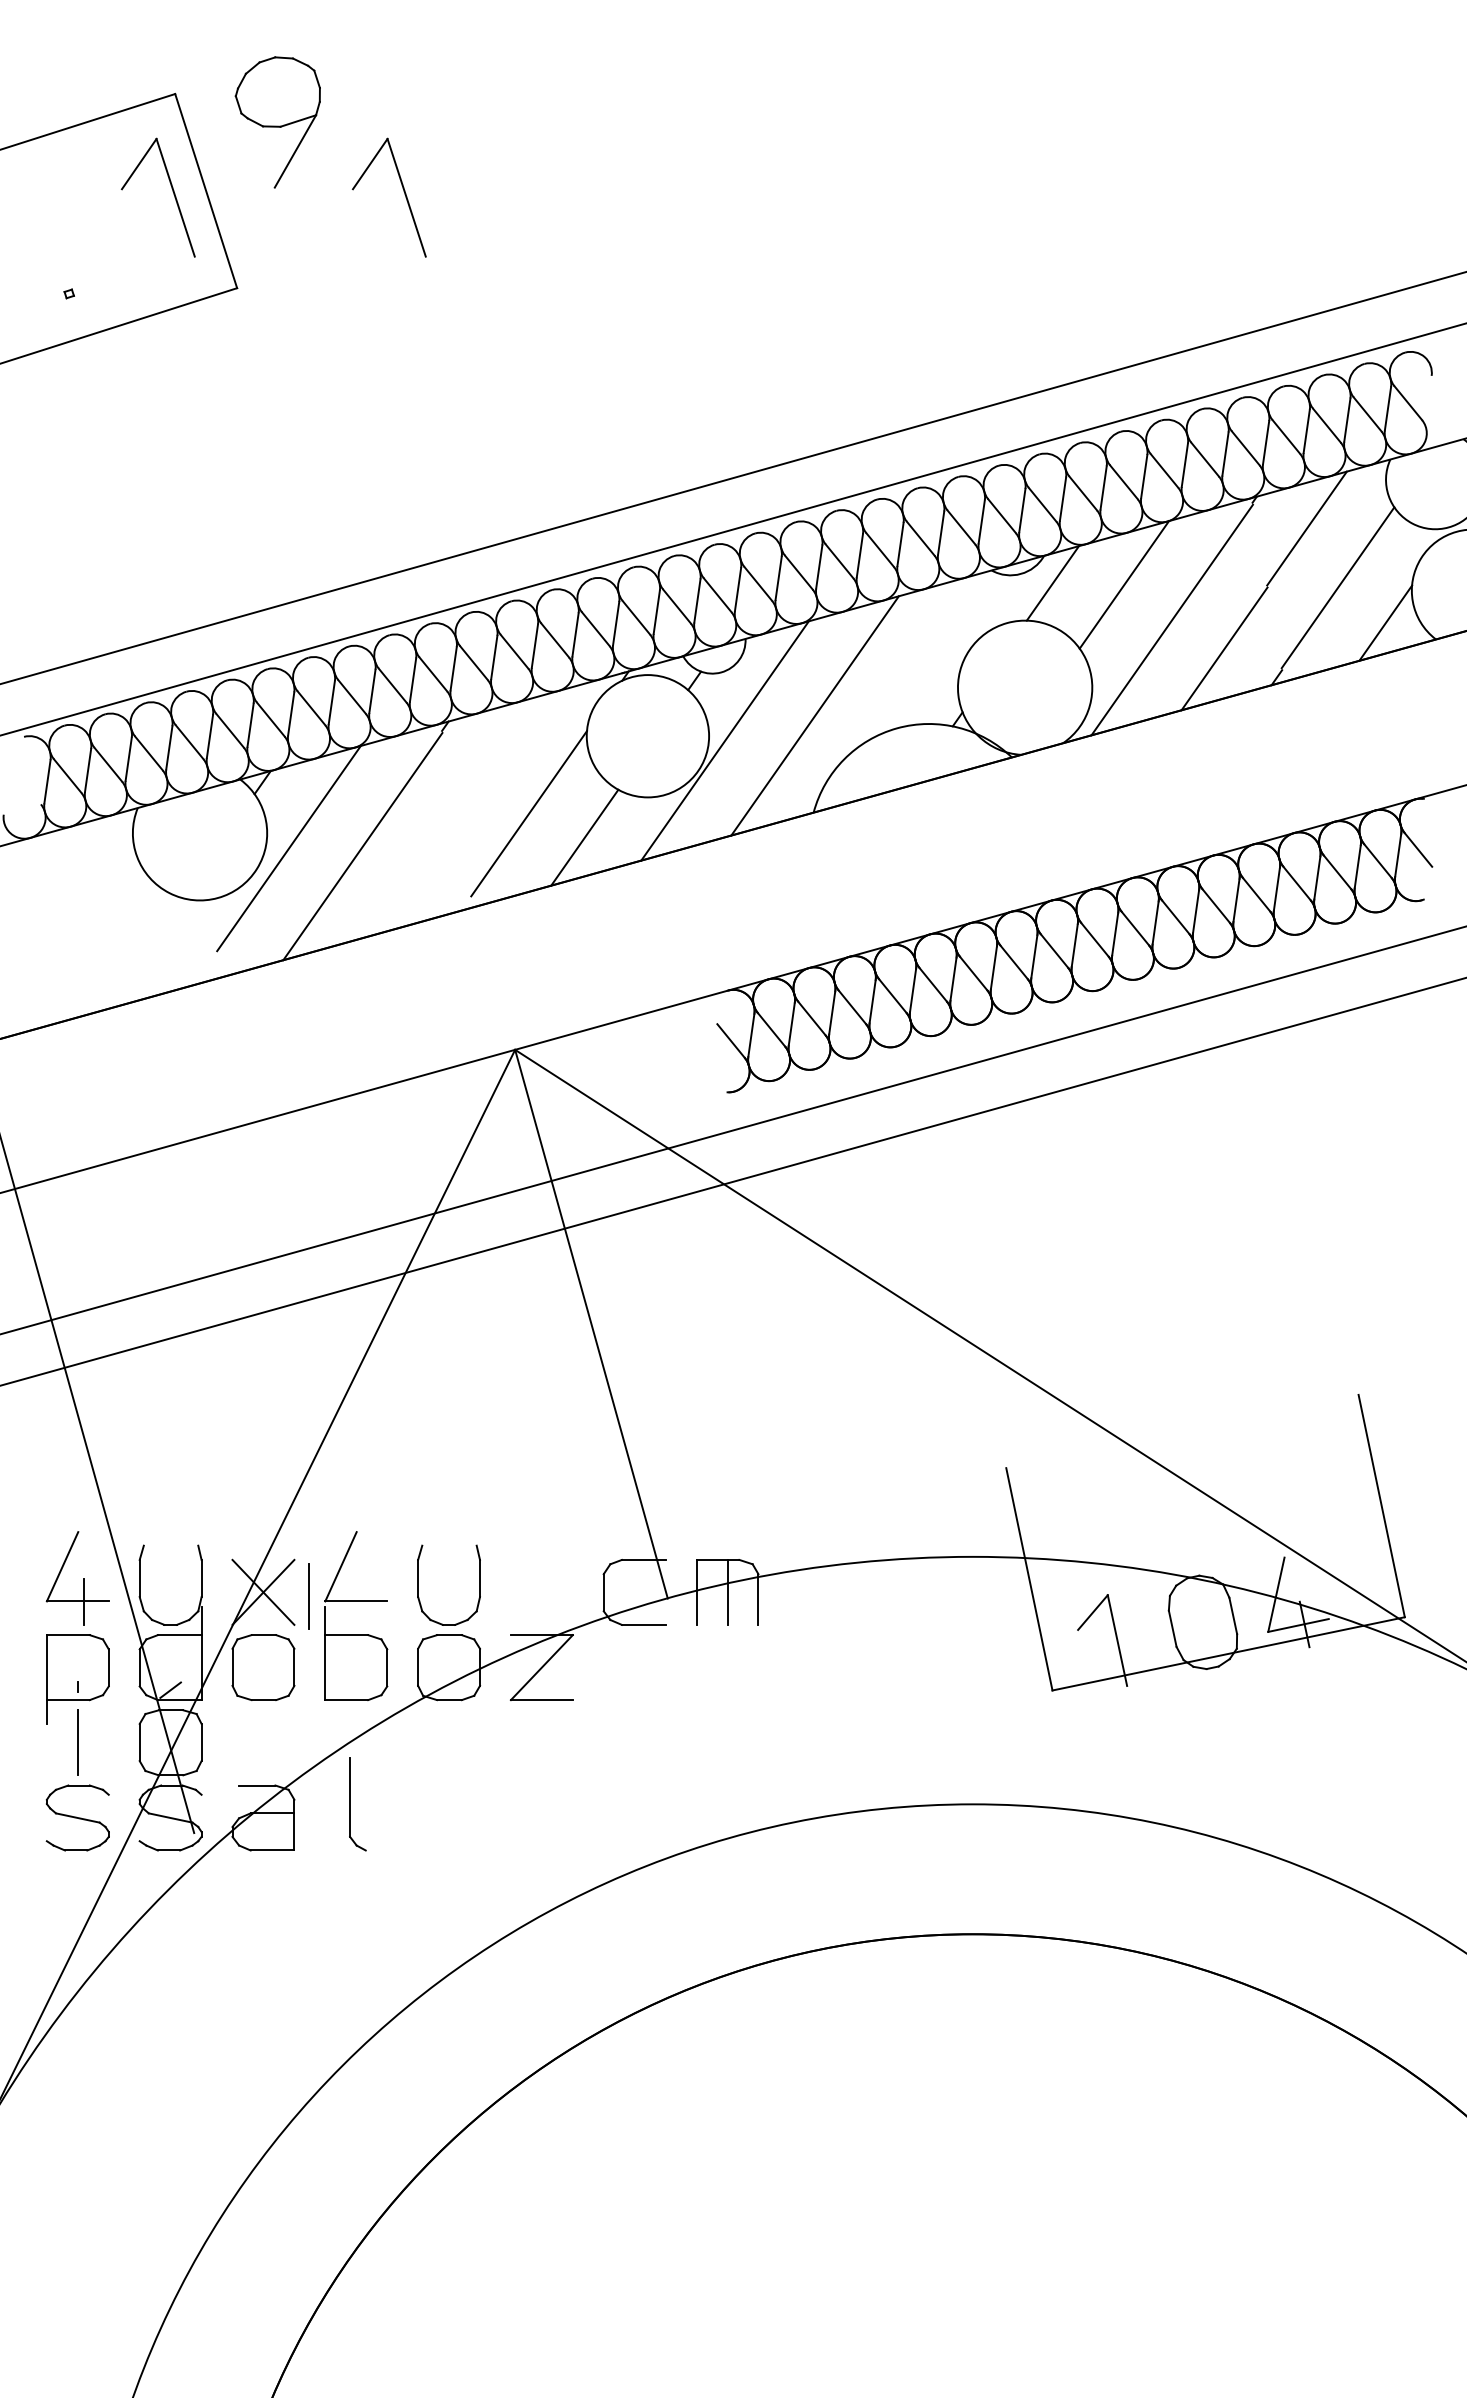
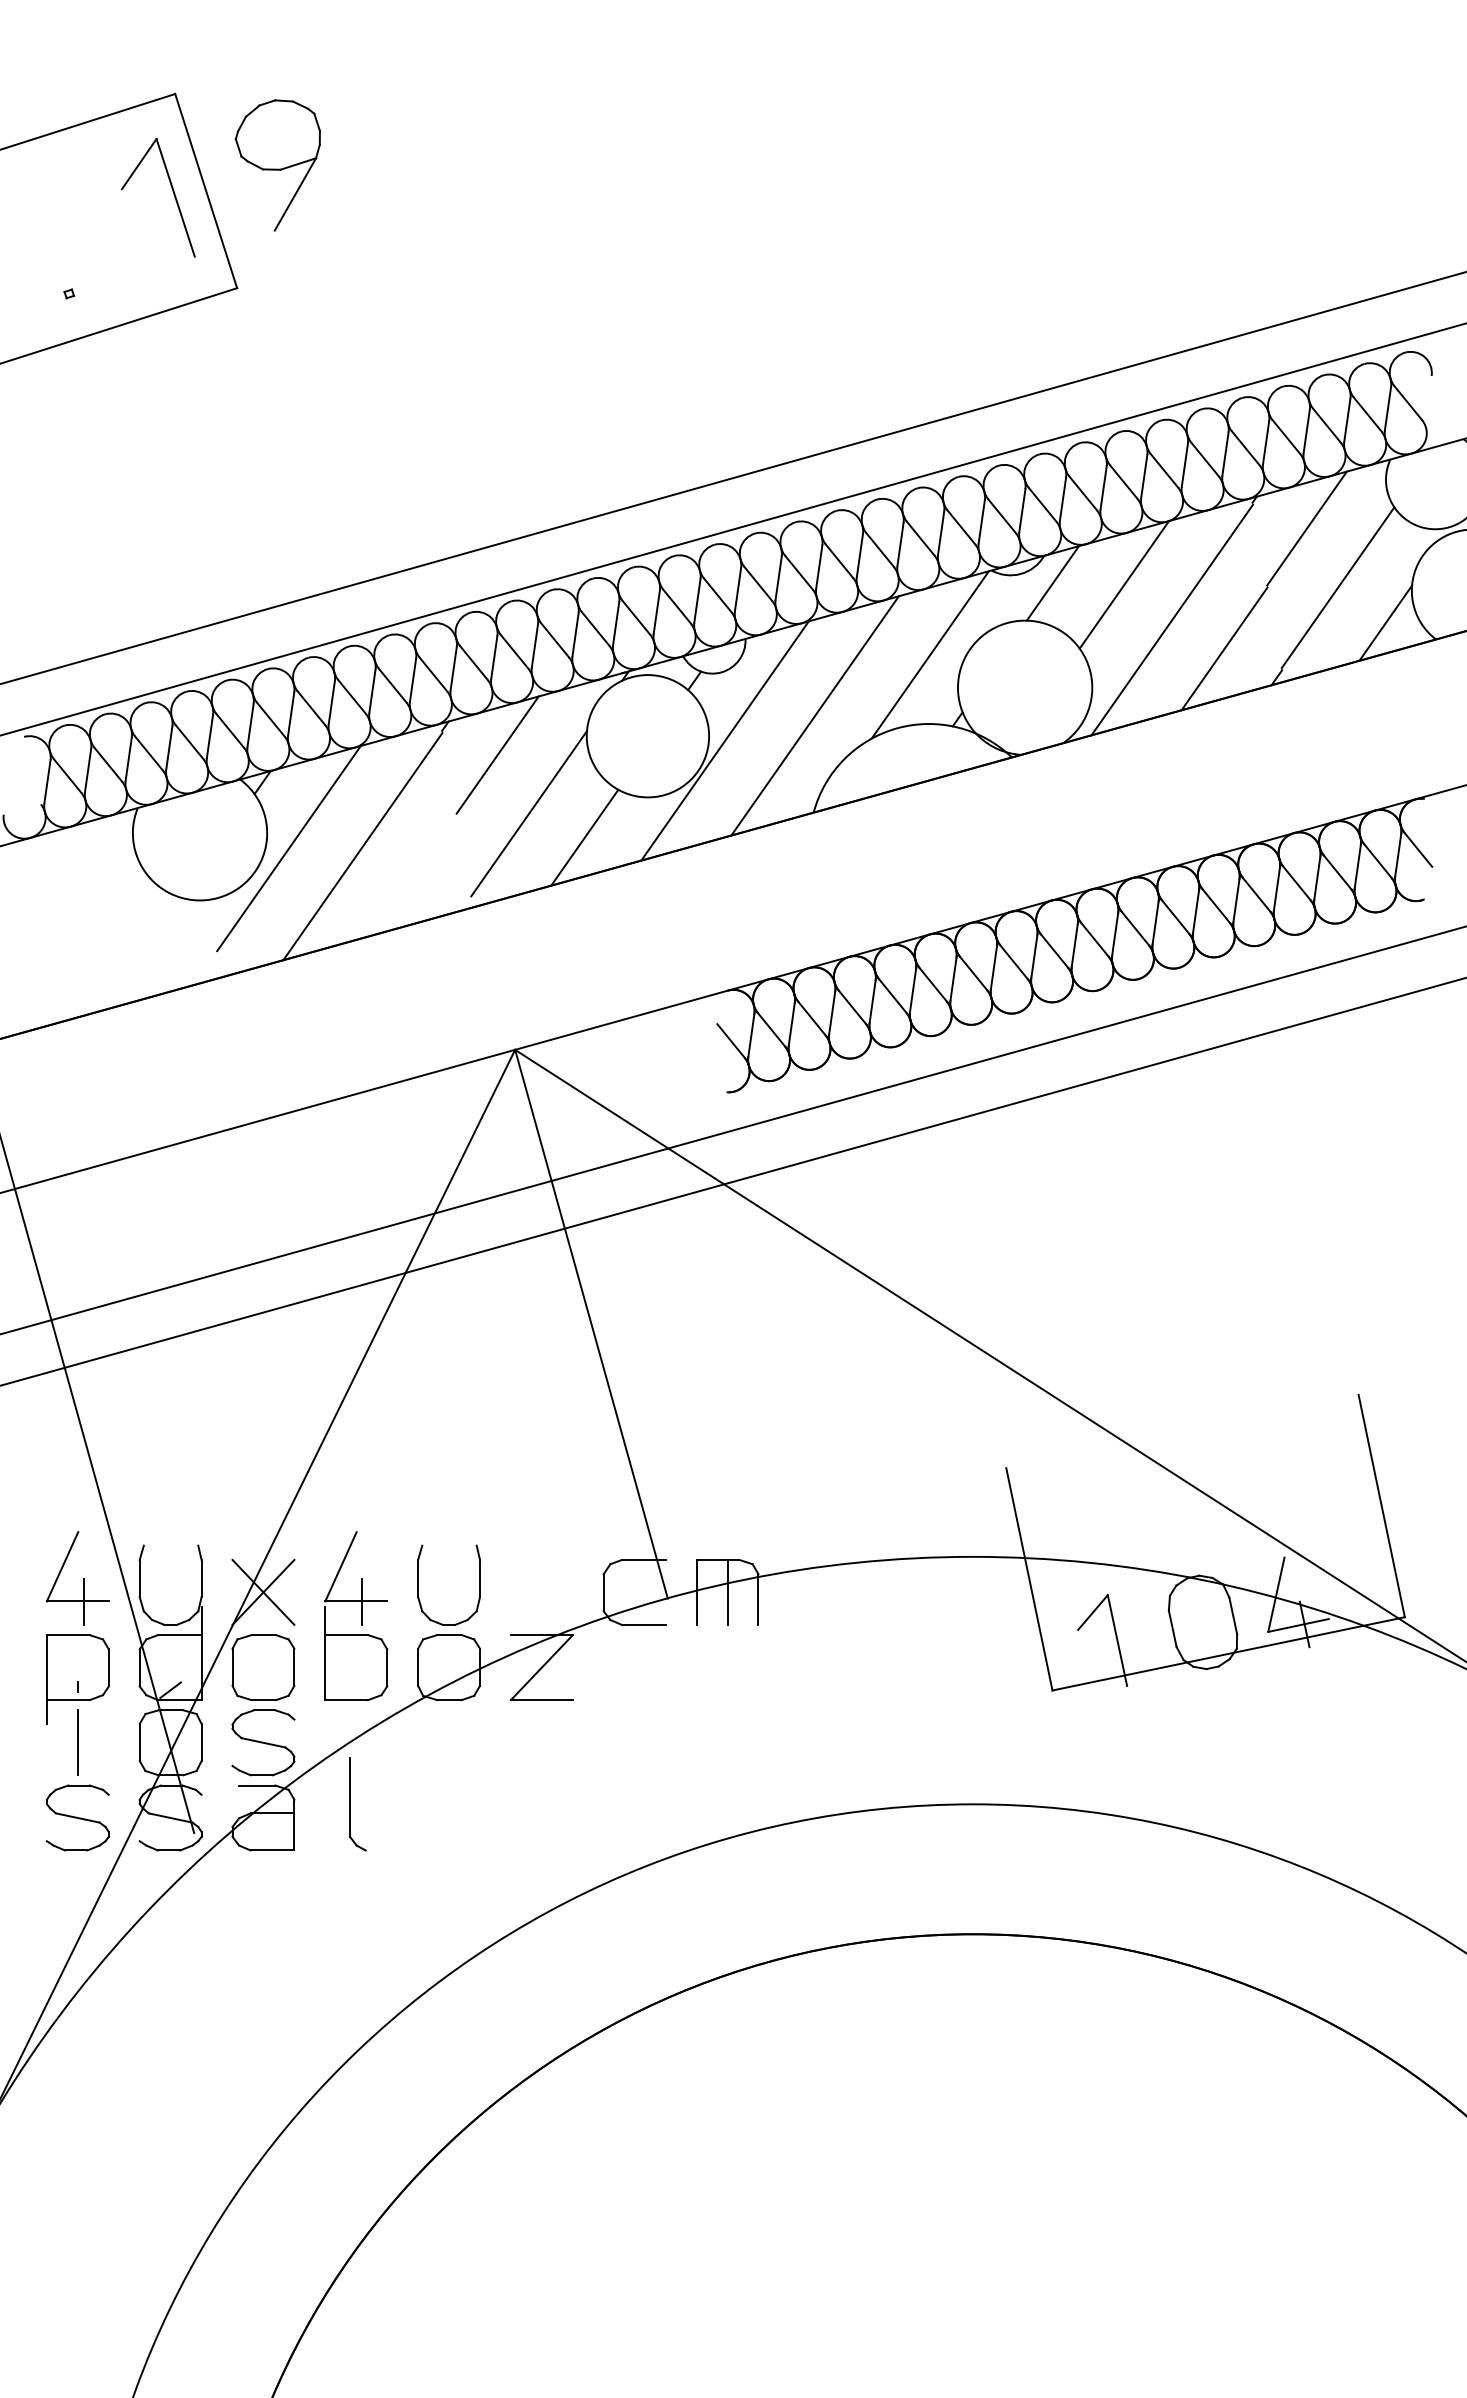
part at (277, 122) position: (277, 122) -> (277, 165)
part at (403, 191): present -> none
line at (929, 654): none -> present
line at (497, 754): none -> present
line at (308, 1596): present -> none
line at (362, 1601): none -> present
part at (263, 1742): none -> present
